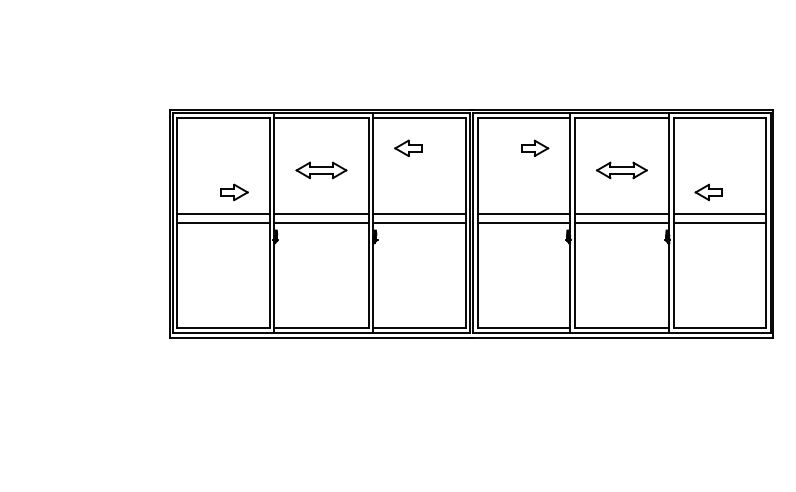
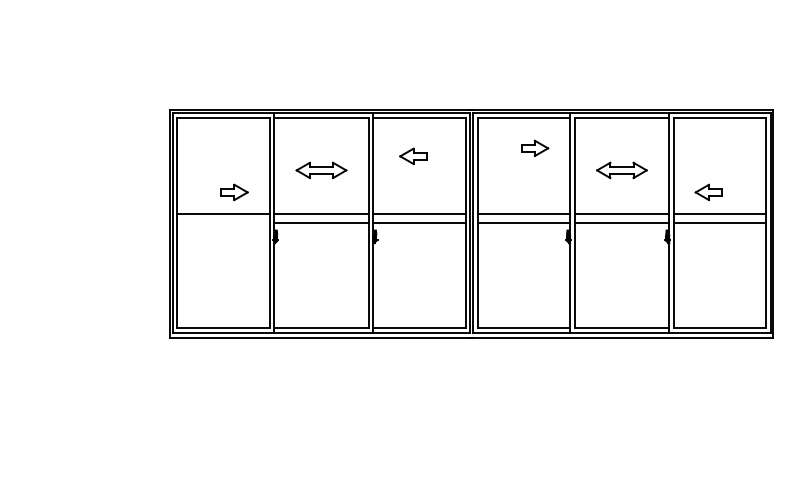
part at (408, 147) position: (408, 147) -> (413, 155)
line at (223, 223): present -> none
